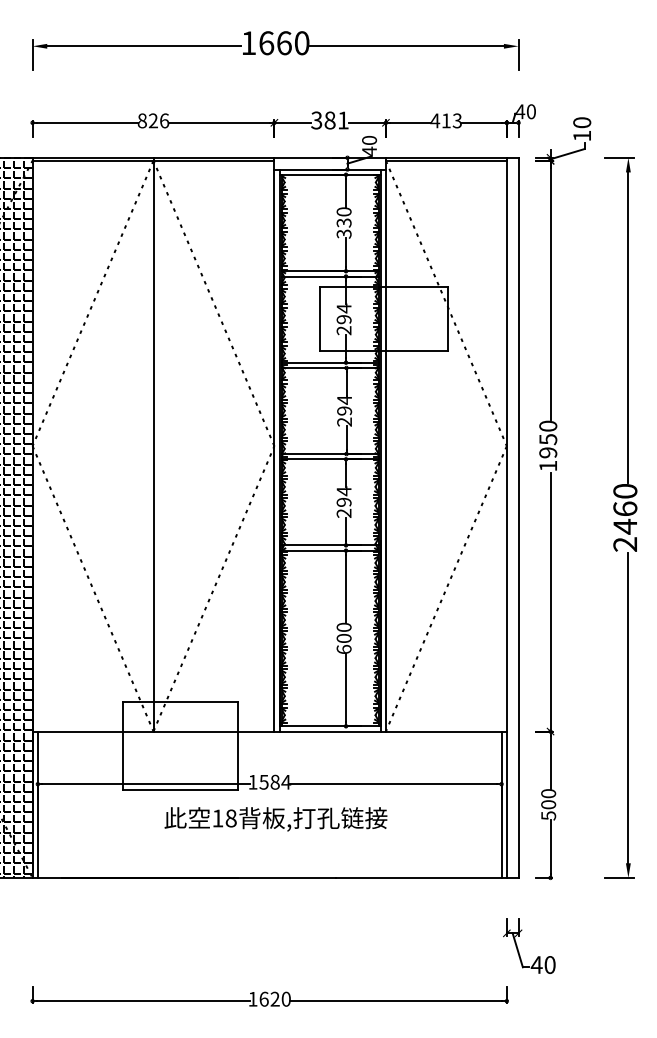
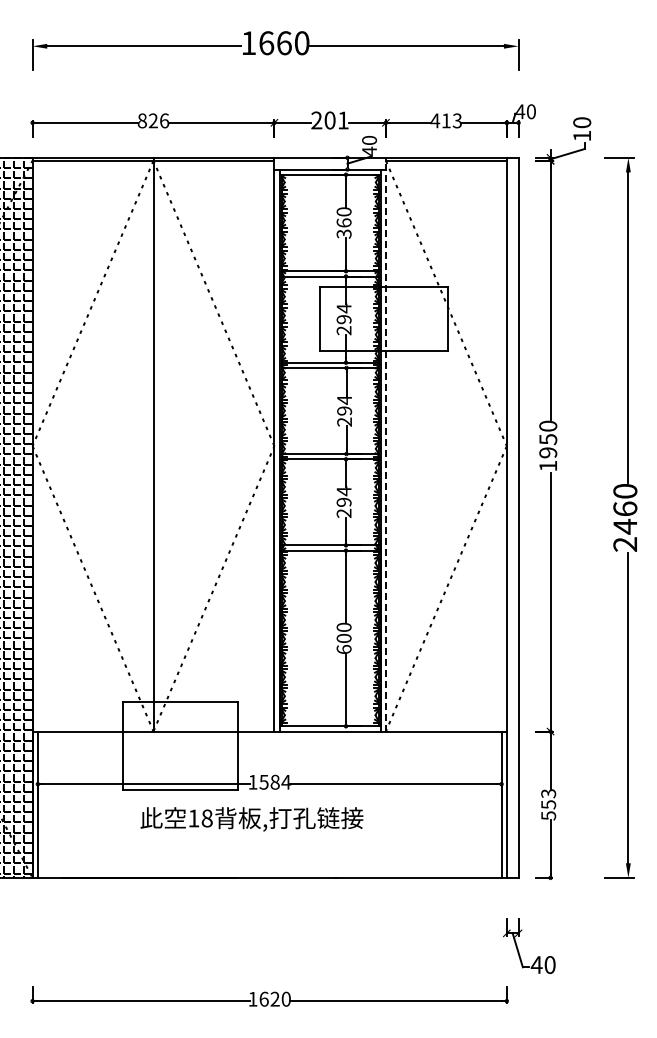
text at (323, 120): 381 -> 201
text at (343, 222): 330 -> 360
line at (385, 444): solid -> dashed
text at (548, 799): 500 -> 553
text at (275, 819) position: (275, 819) -> (251, 819)
